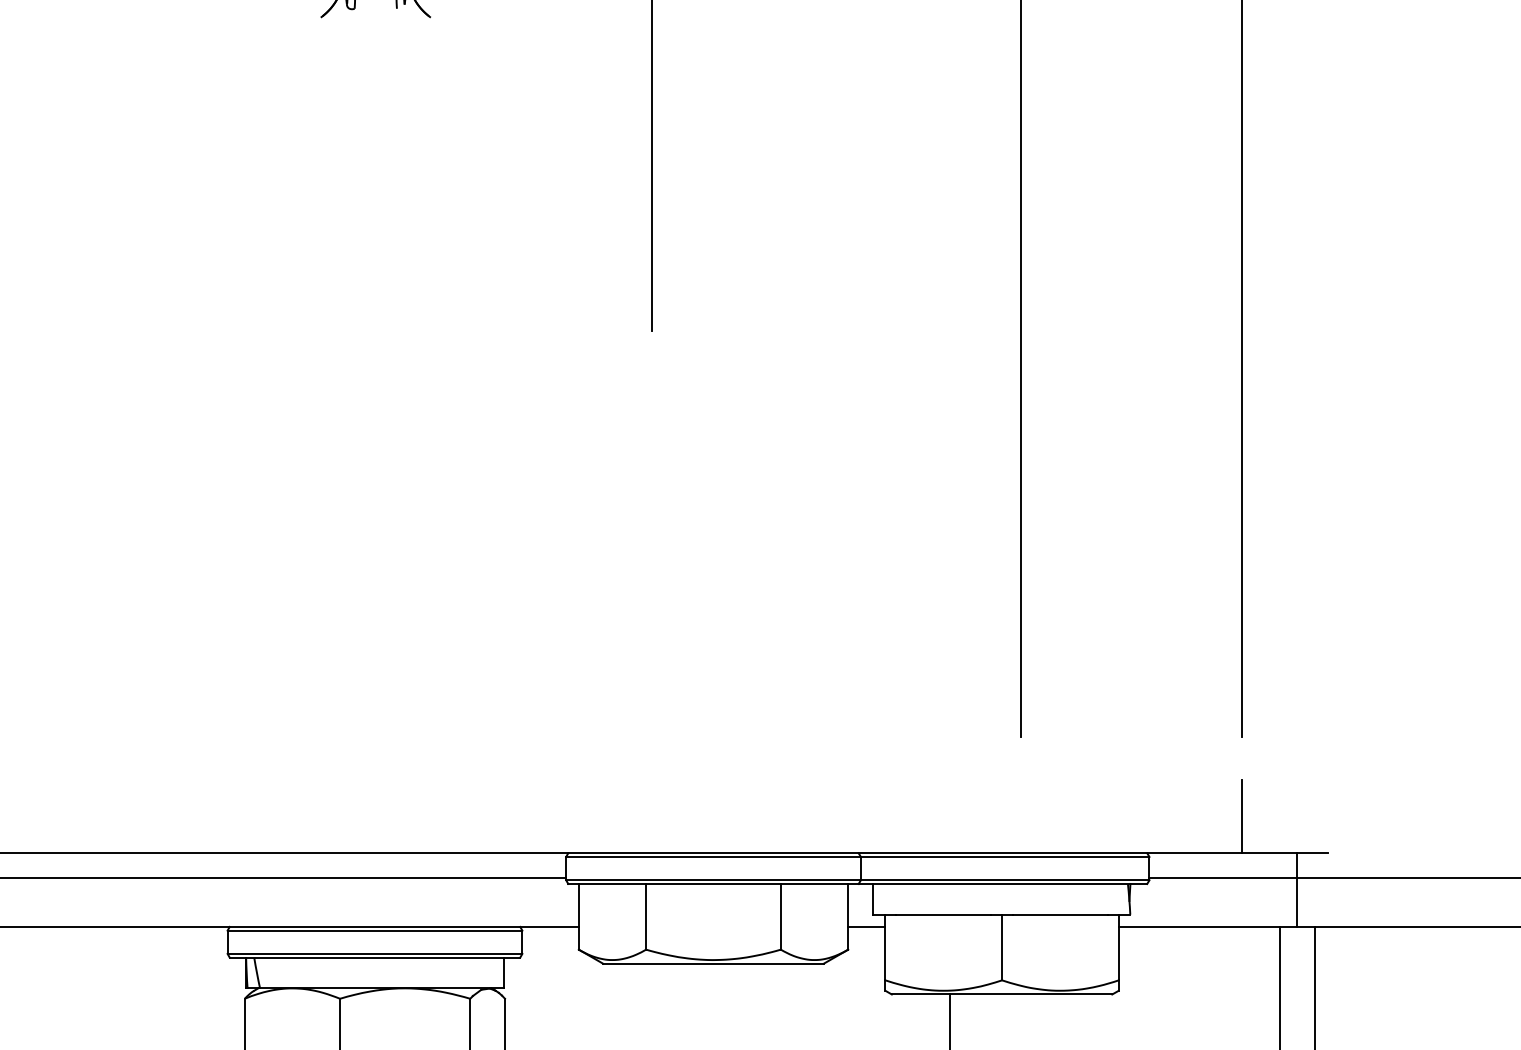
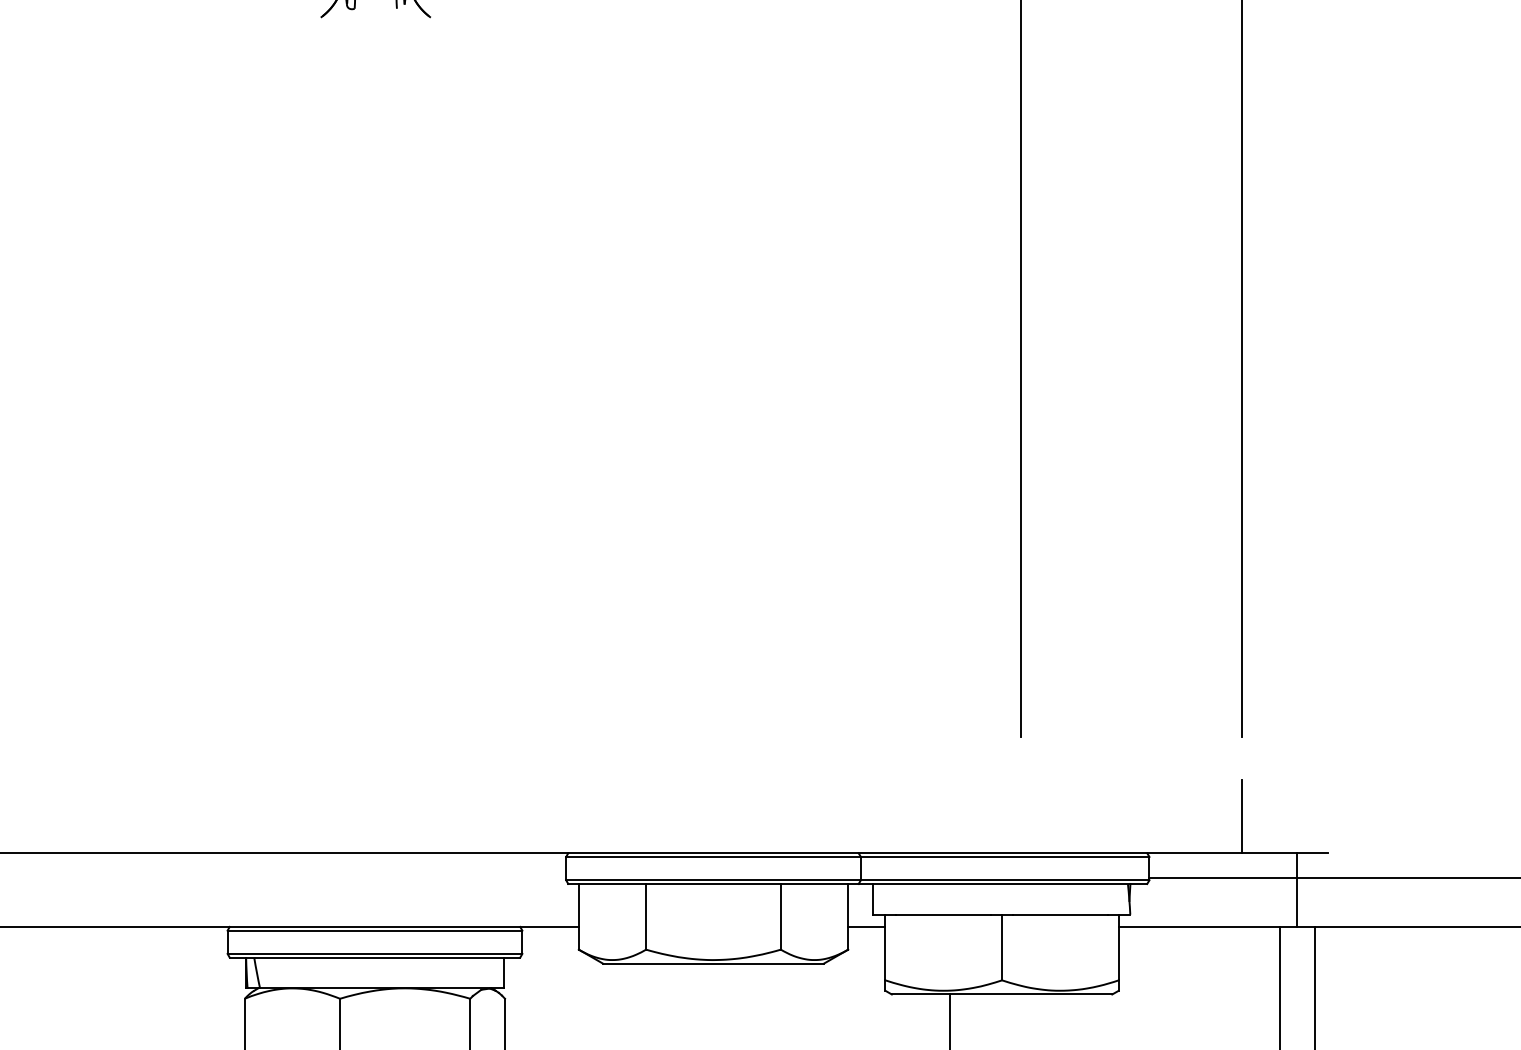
line at (652, 166): present -> none
line at (284, 877): present -> none
